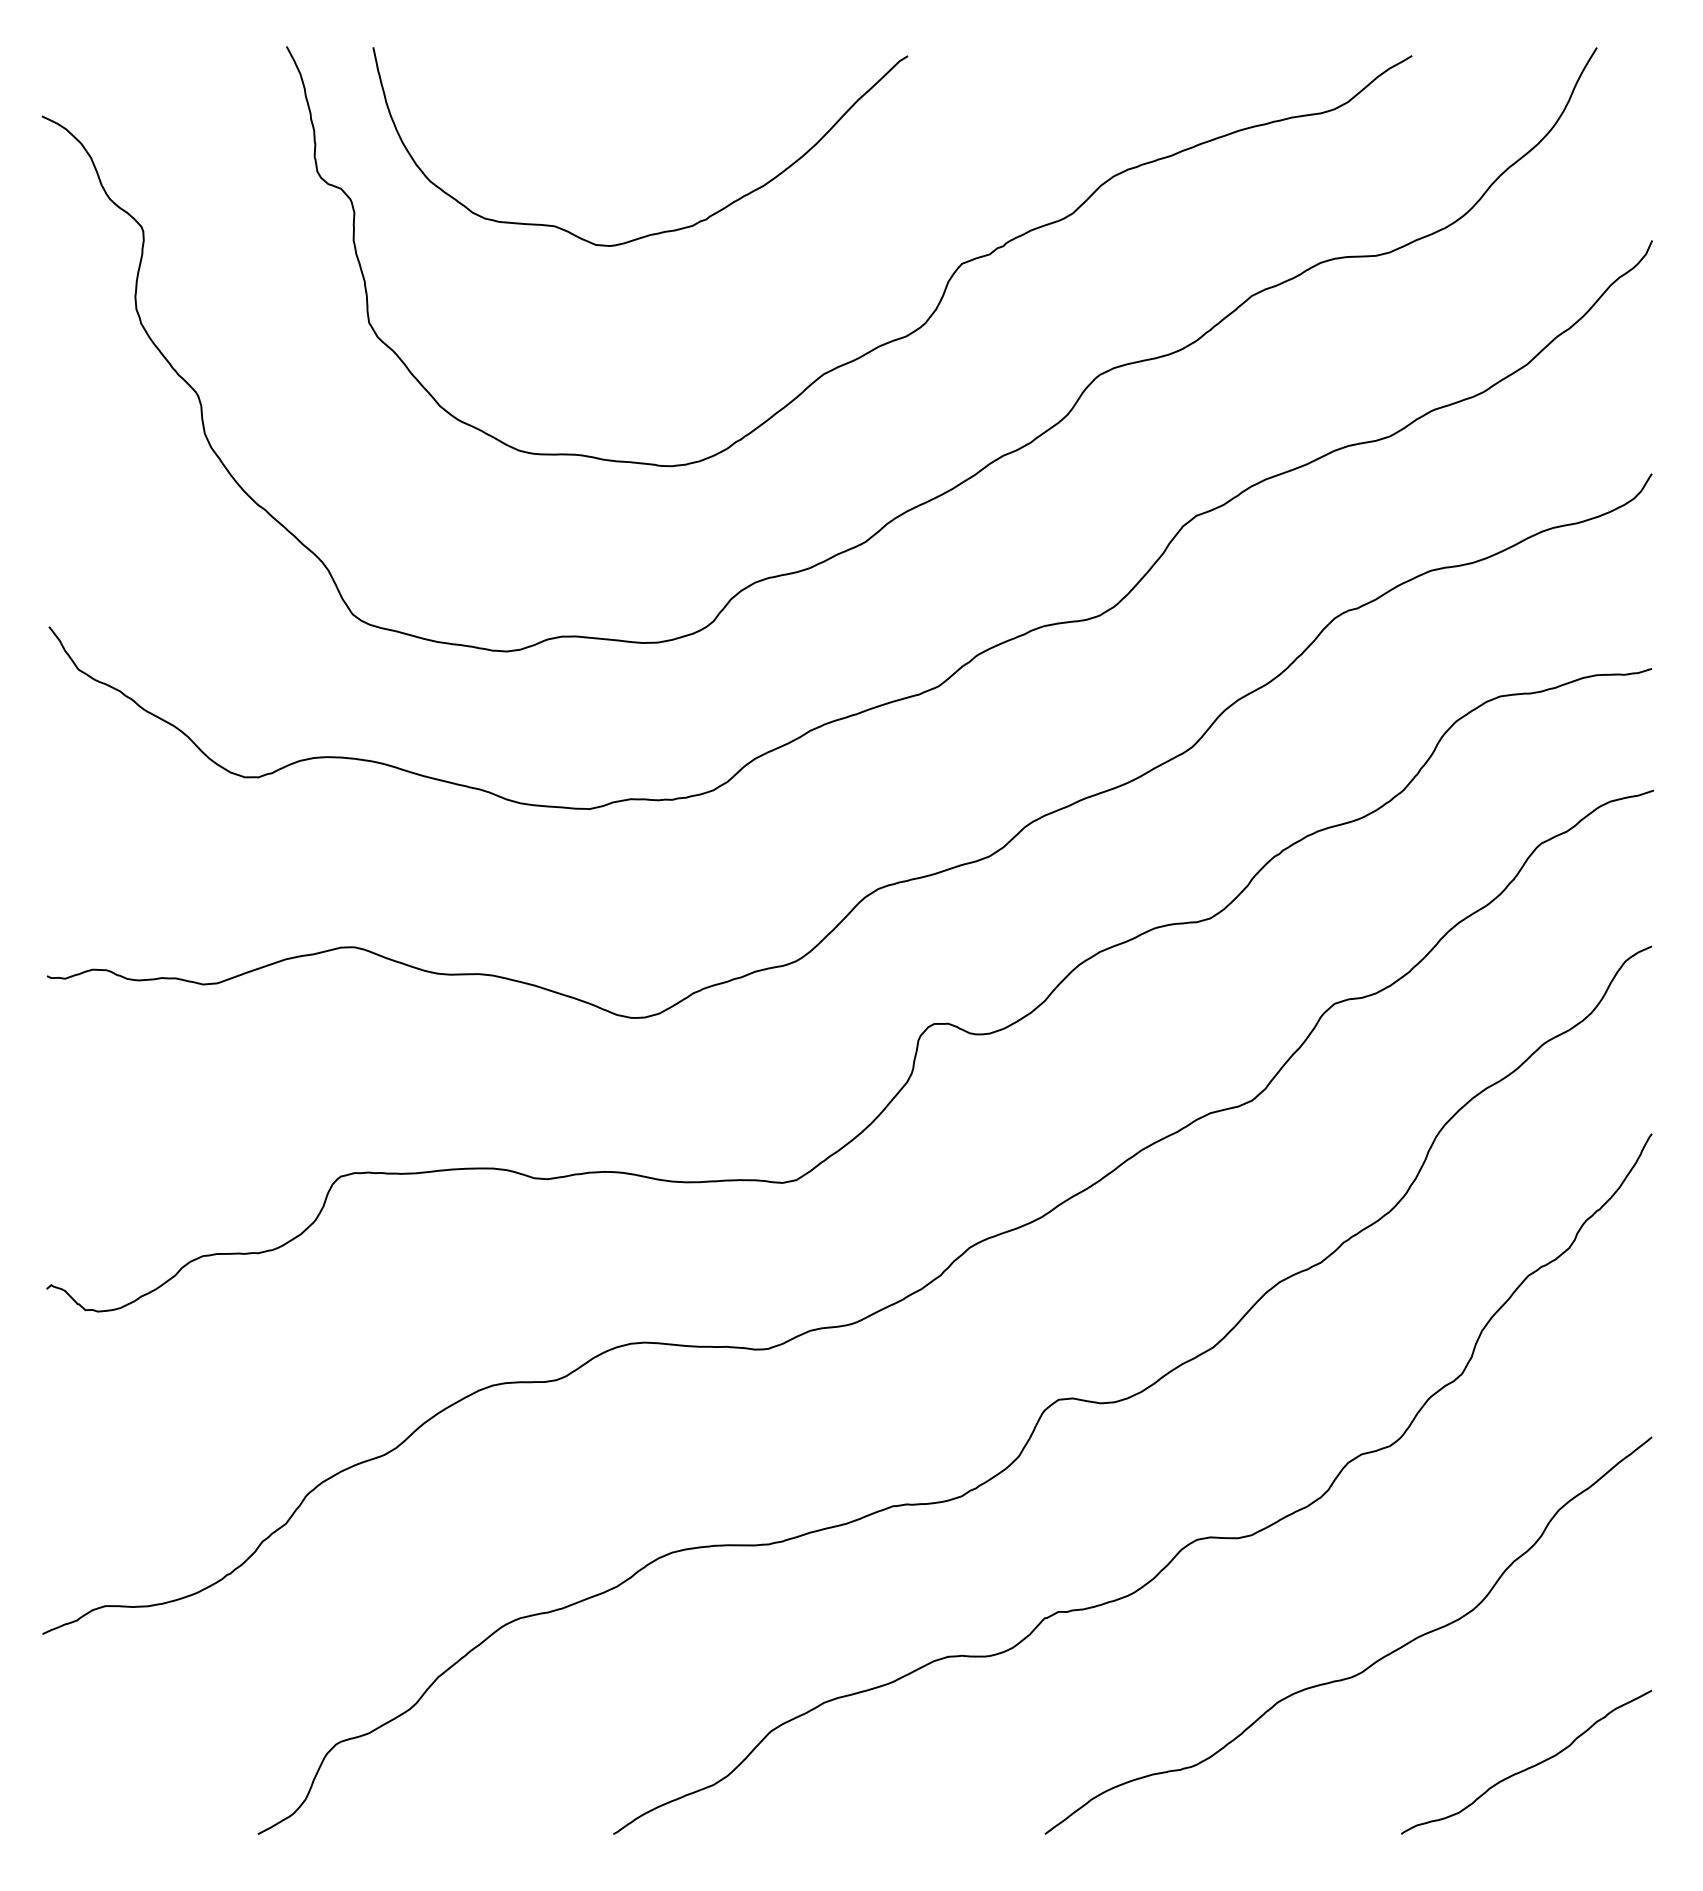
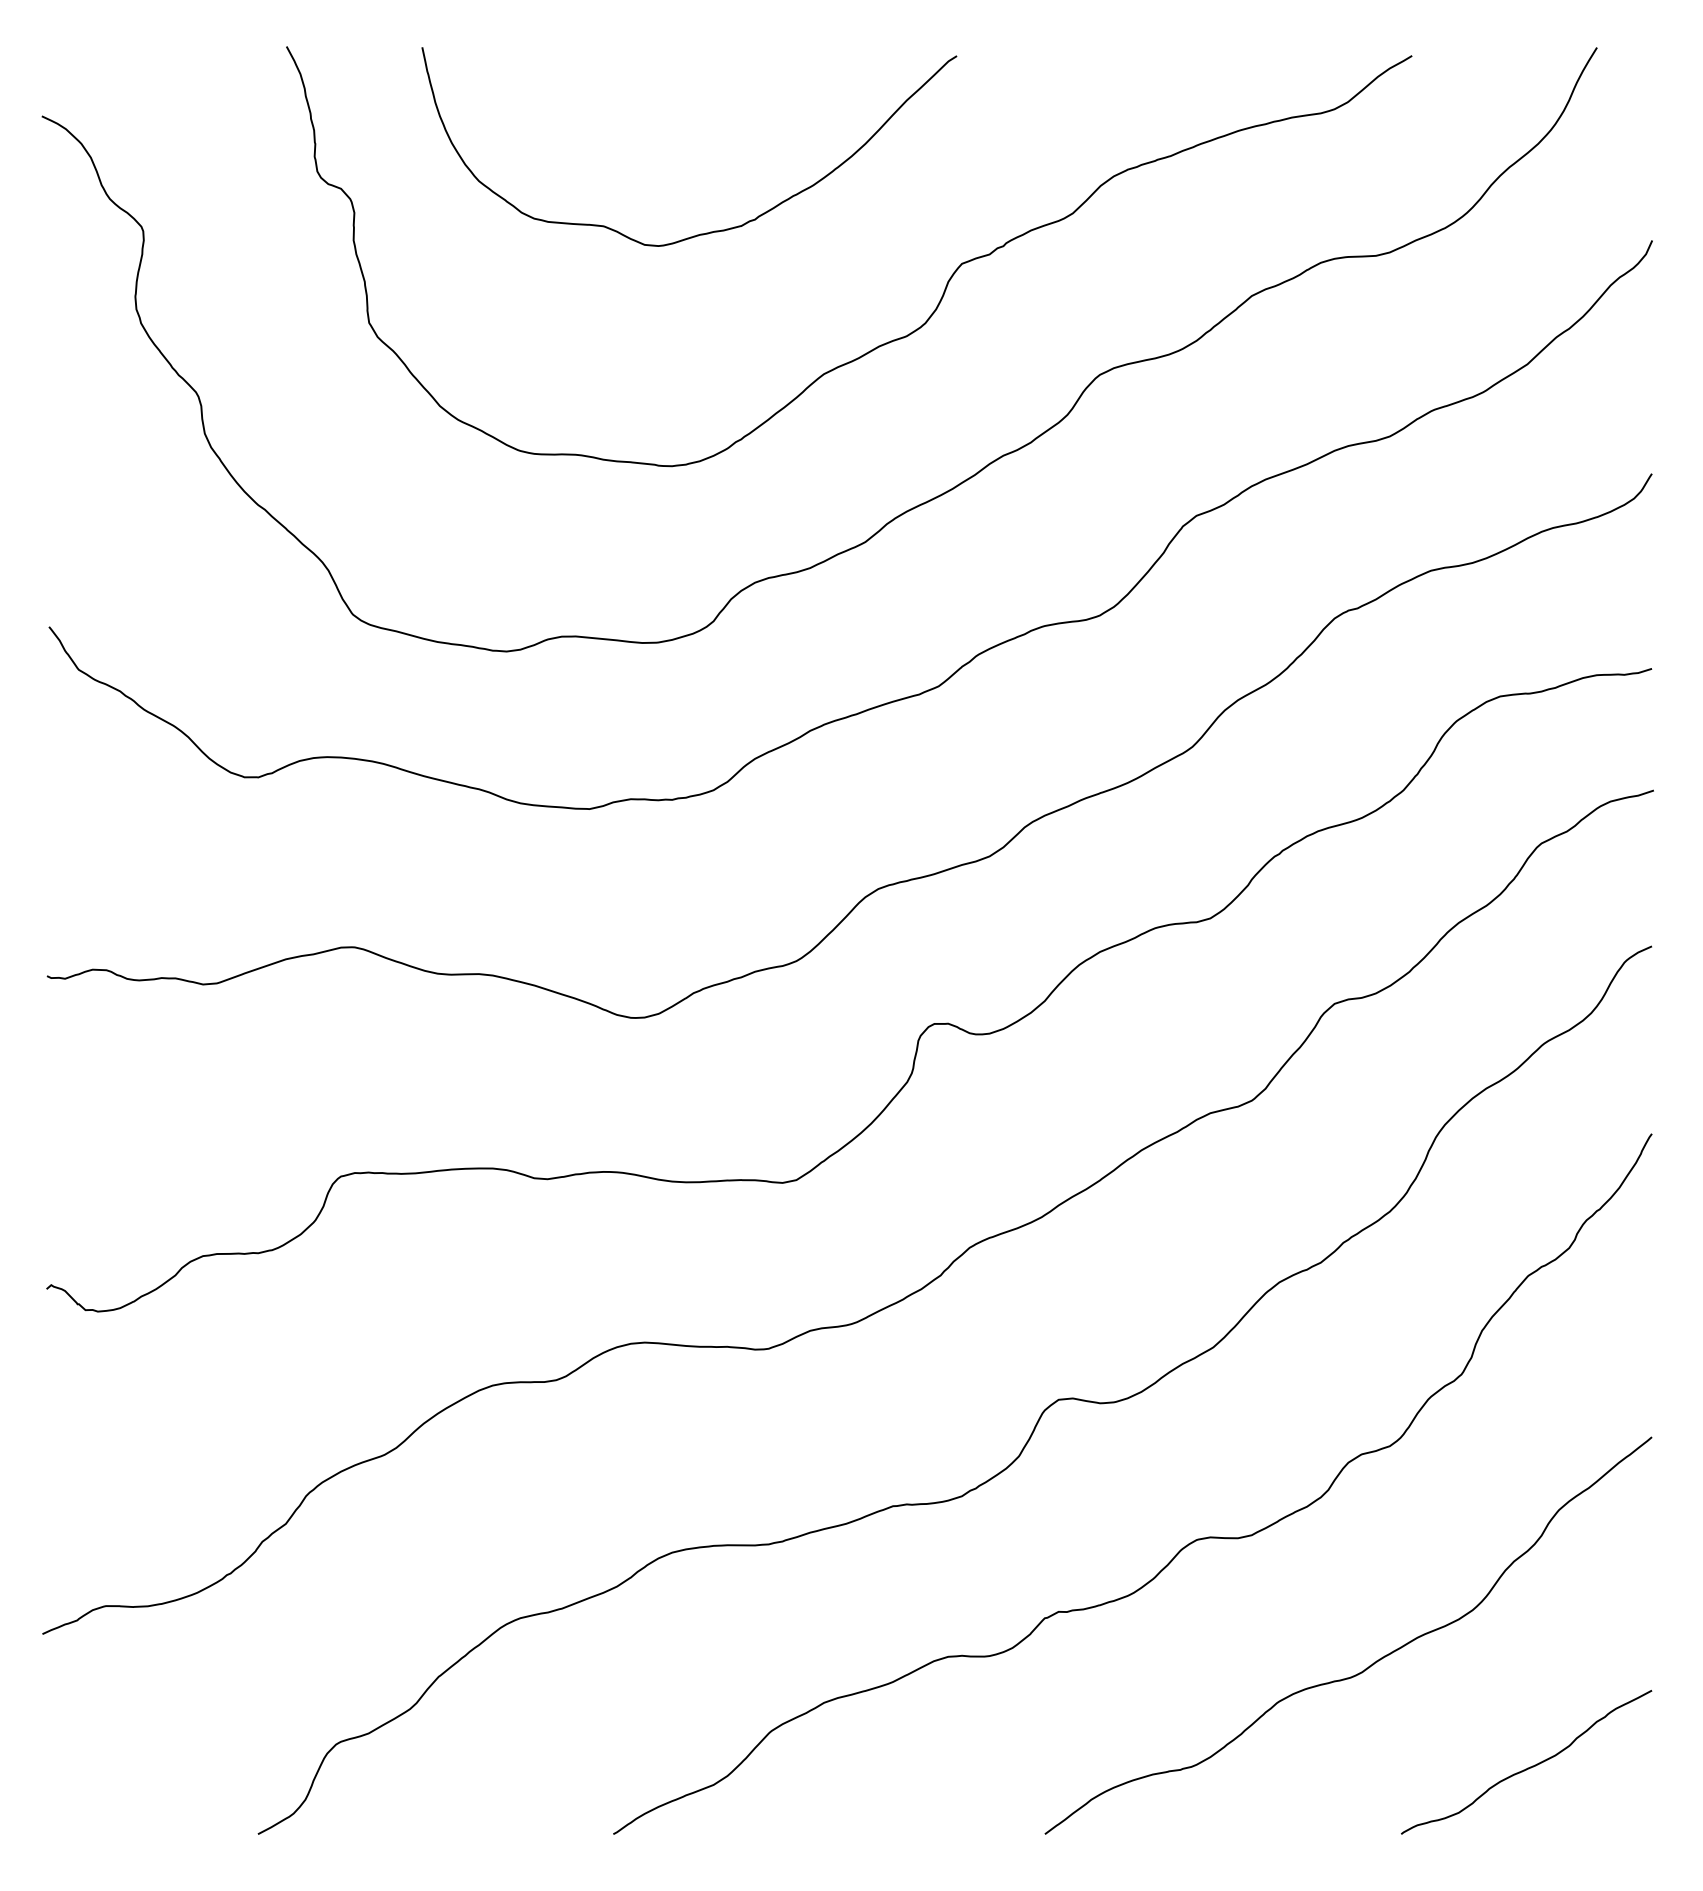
curve at (661, 231) position: (661, 231) -> (710, 231)
